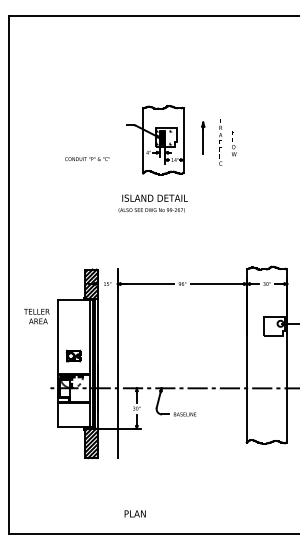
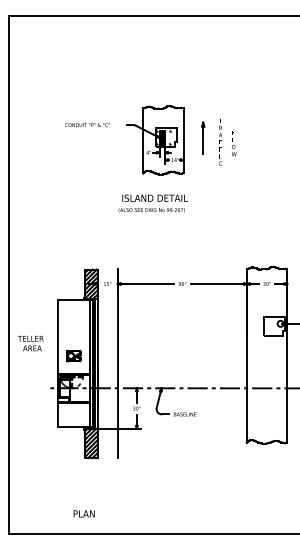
text at (87, 158) position: (87, 158) -> (87, 124)
text at (36, 316) position: (36, 316) -> (30, 343)
text at (134, 513) position: (134, 513) -> (83, 513)
